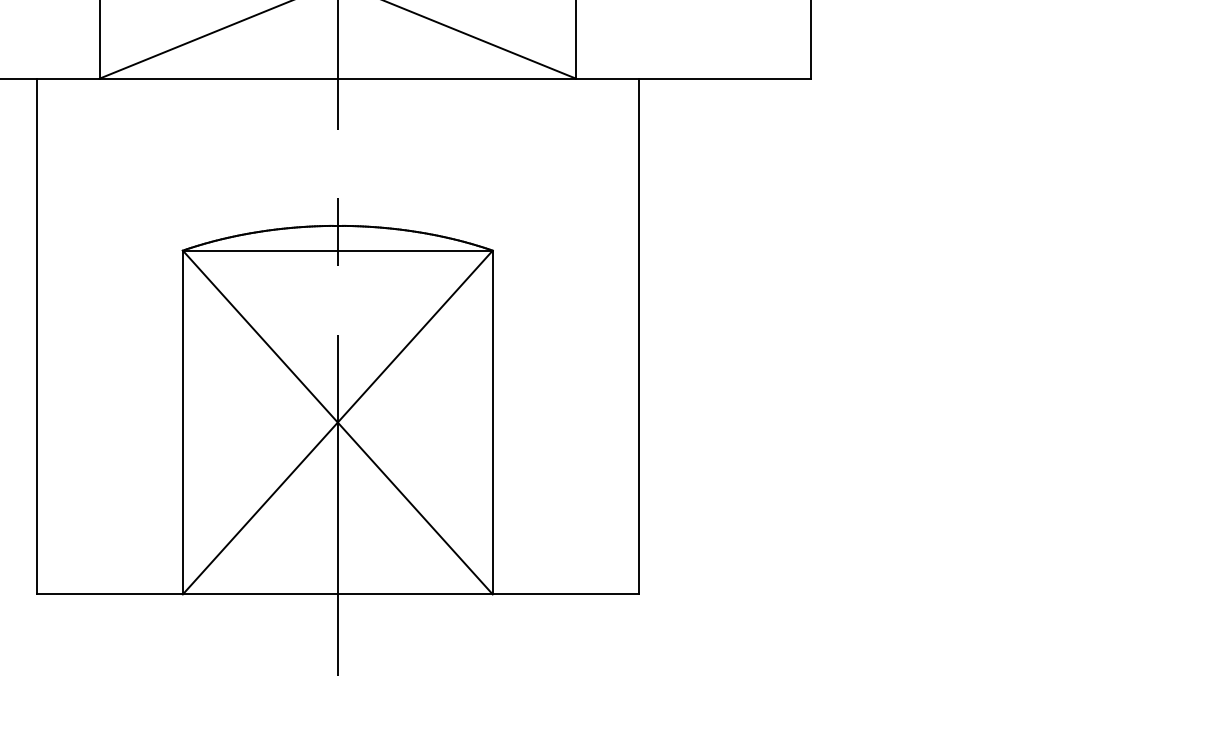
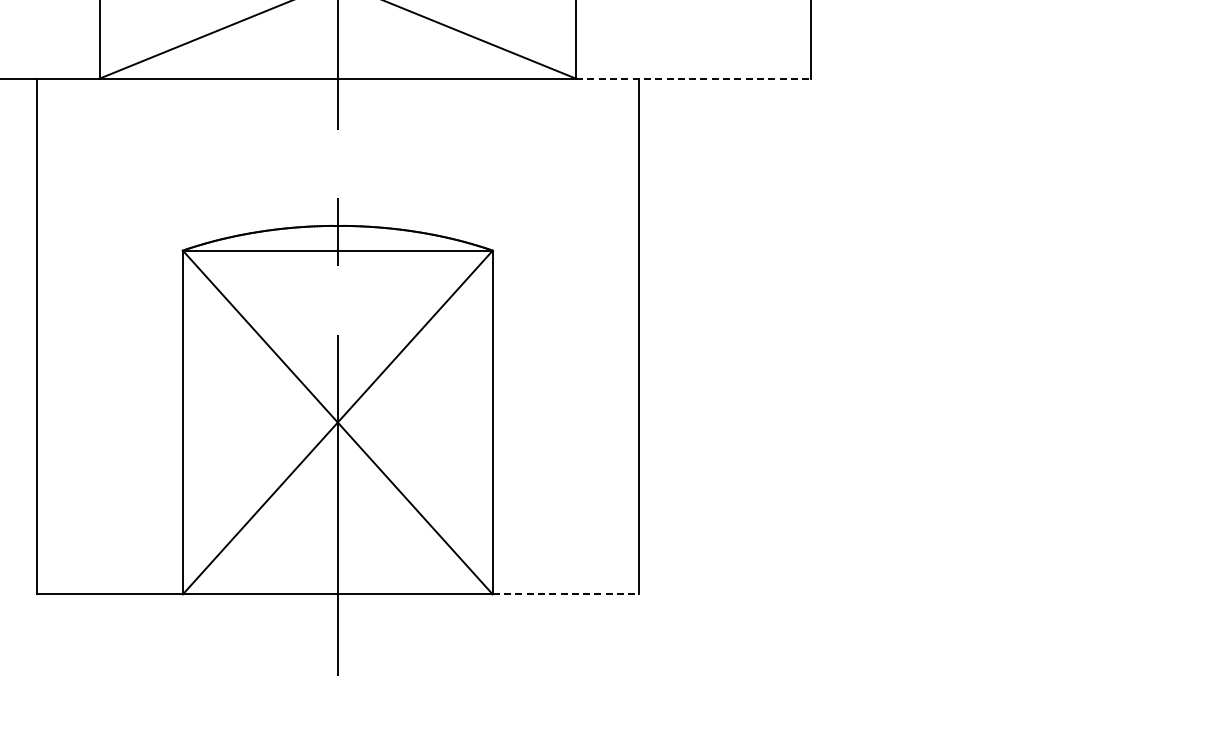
line at (693, 78): solid -> dashed
line at (565, 594): solid -> dashed
